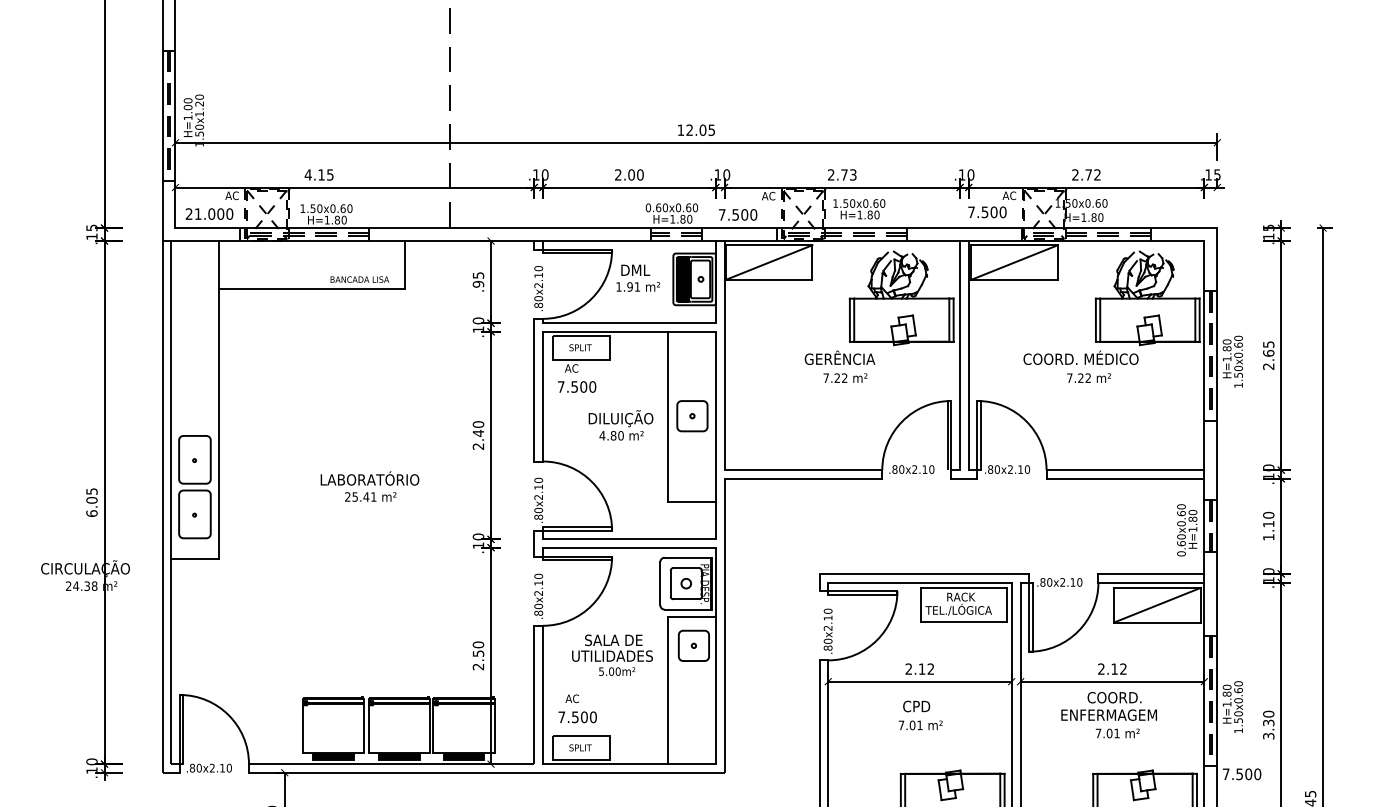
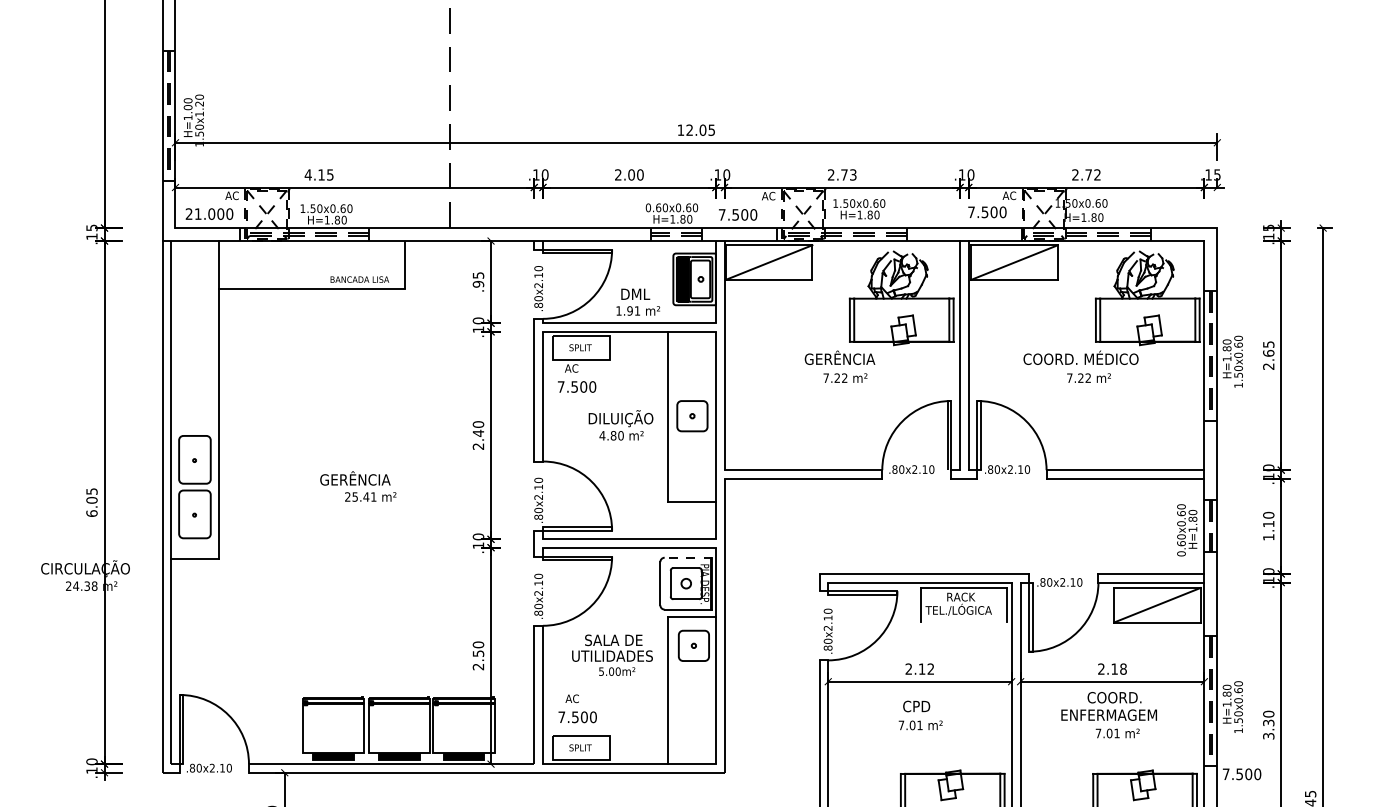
text at (638, 277) position: (638, 277) -> (638, 301)
text at (369, 478): LABORATÓRIO -> GERÊNCIA
line at (688, 557): solid -> dashed
line at (963, 622): present -> none
text at (1123, 668): 2.12 -> 2.18
